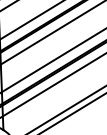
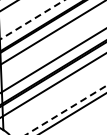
line at (33, 19): solid -> dashed
line at (66, 110): solid -> dashed
